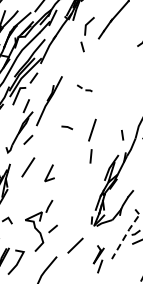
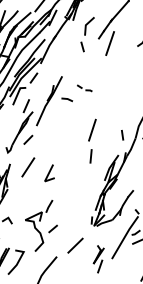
line at (110, 43): none -> present
line at (67, 127) position: (67, 127) -> (67, 99)
line at (124, 236): dashed -> solid
